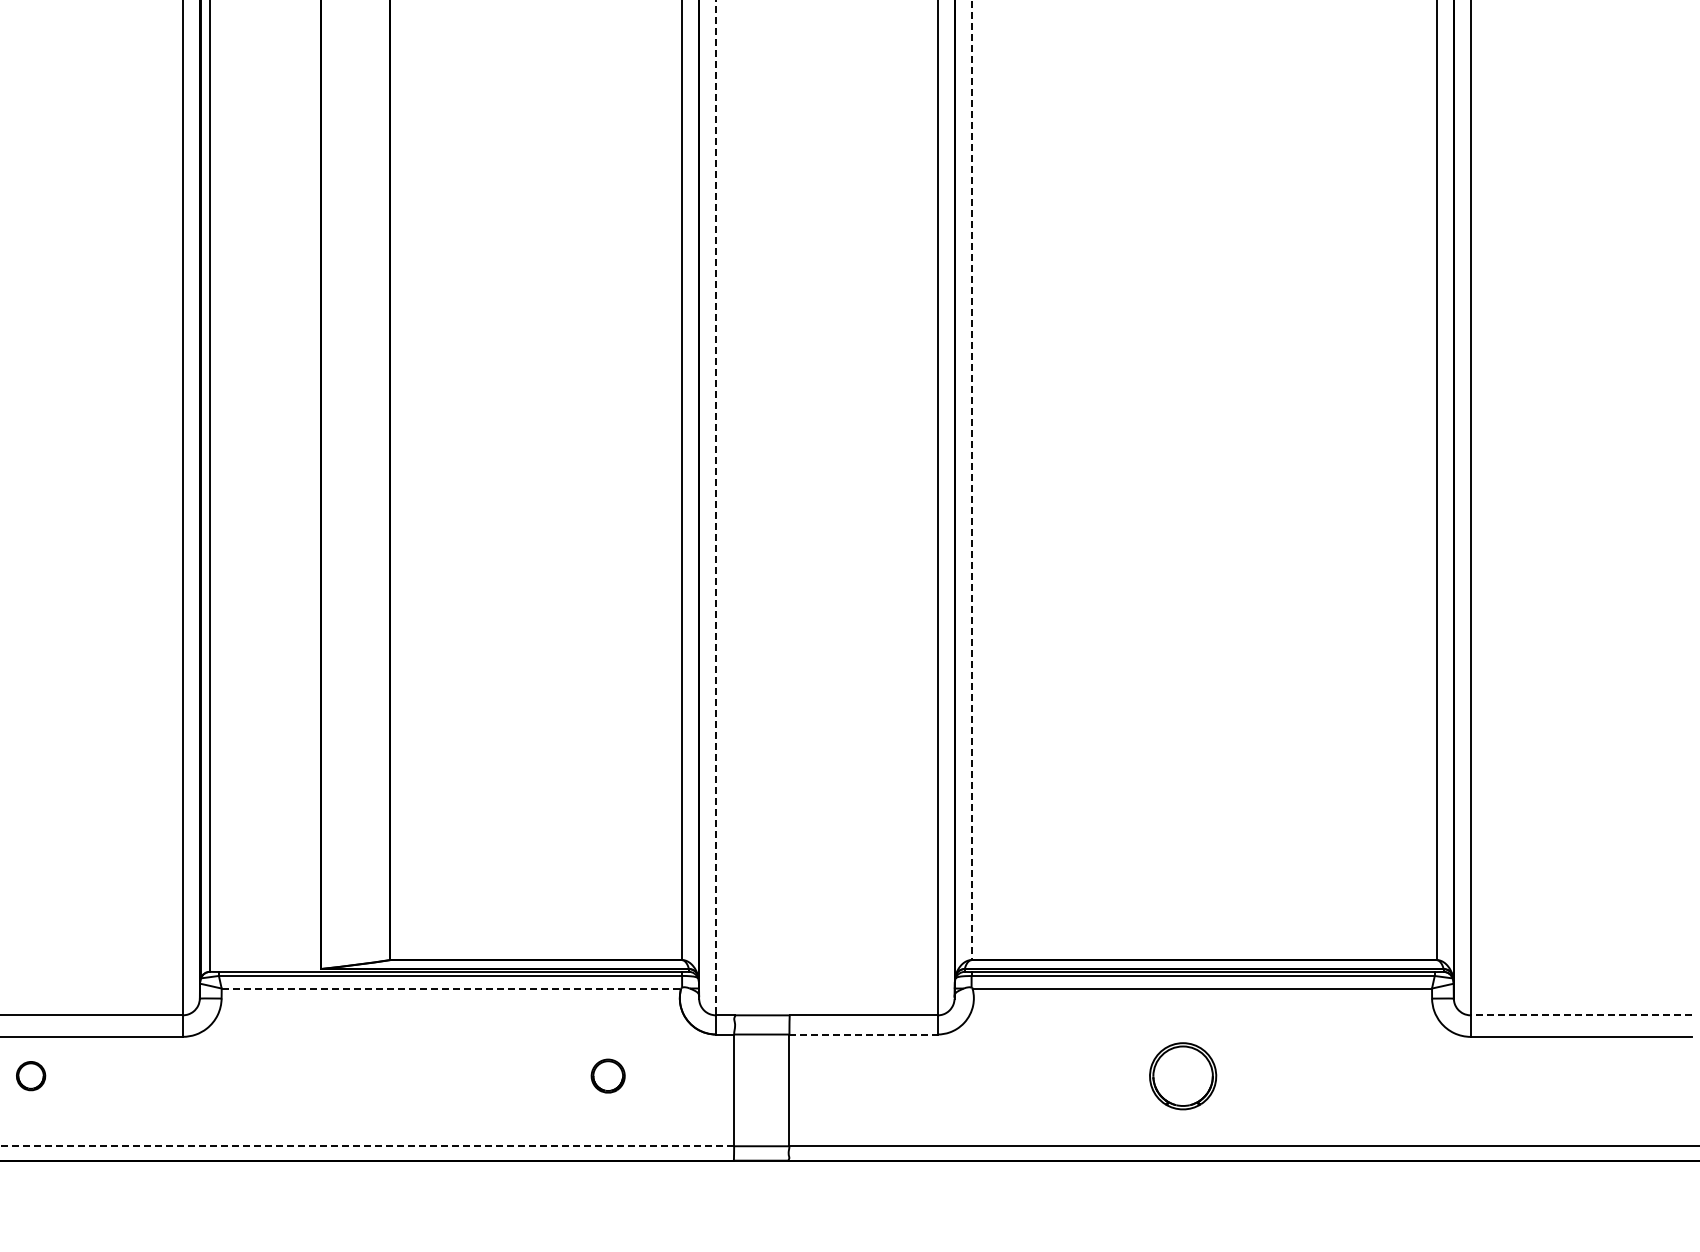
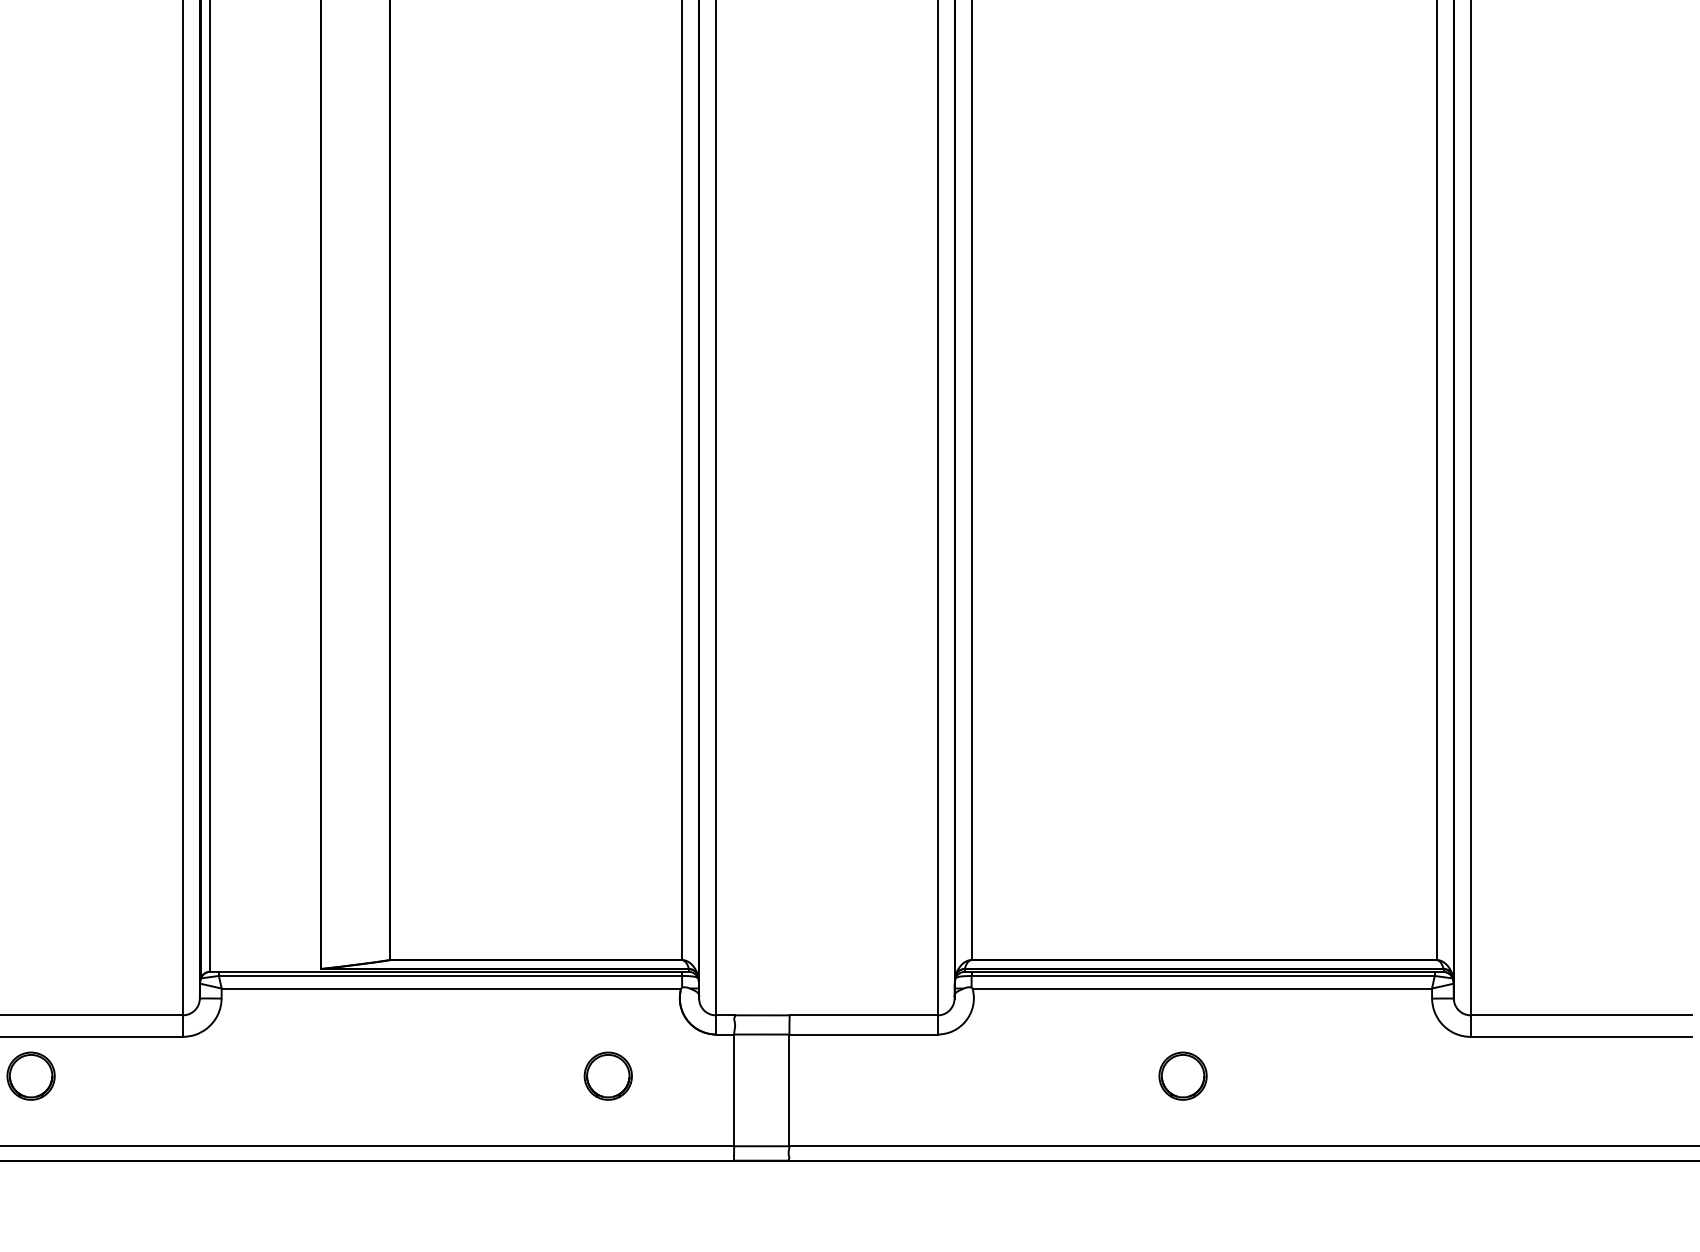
line at (971, 480): dashed -> solid
line at (716, 508): dashed -> solid
line at (451, 988): dashed -> solid
line at (1581, 1015): dashed -> solid
line at (864, 1034): dashed -> solid
part at (607, 1075) size: 36x36 px -> 50x50 px
part at (31, 1076) size: 31x31 px -> 50x50 px
part at (1183, 1076) size: 69x69 px -> 50x50 px
line at (367, 1146): dashed -> solid
